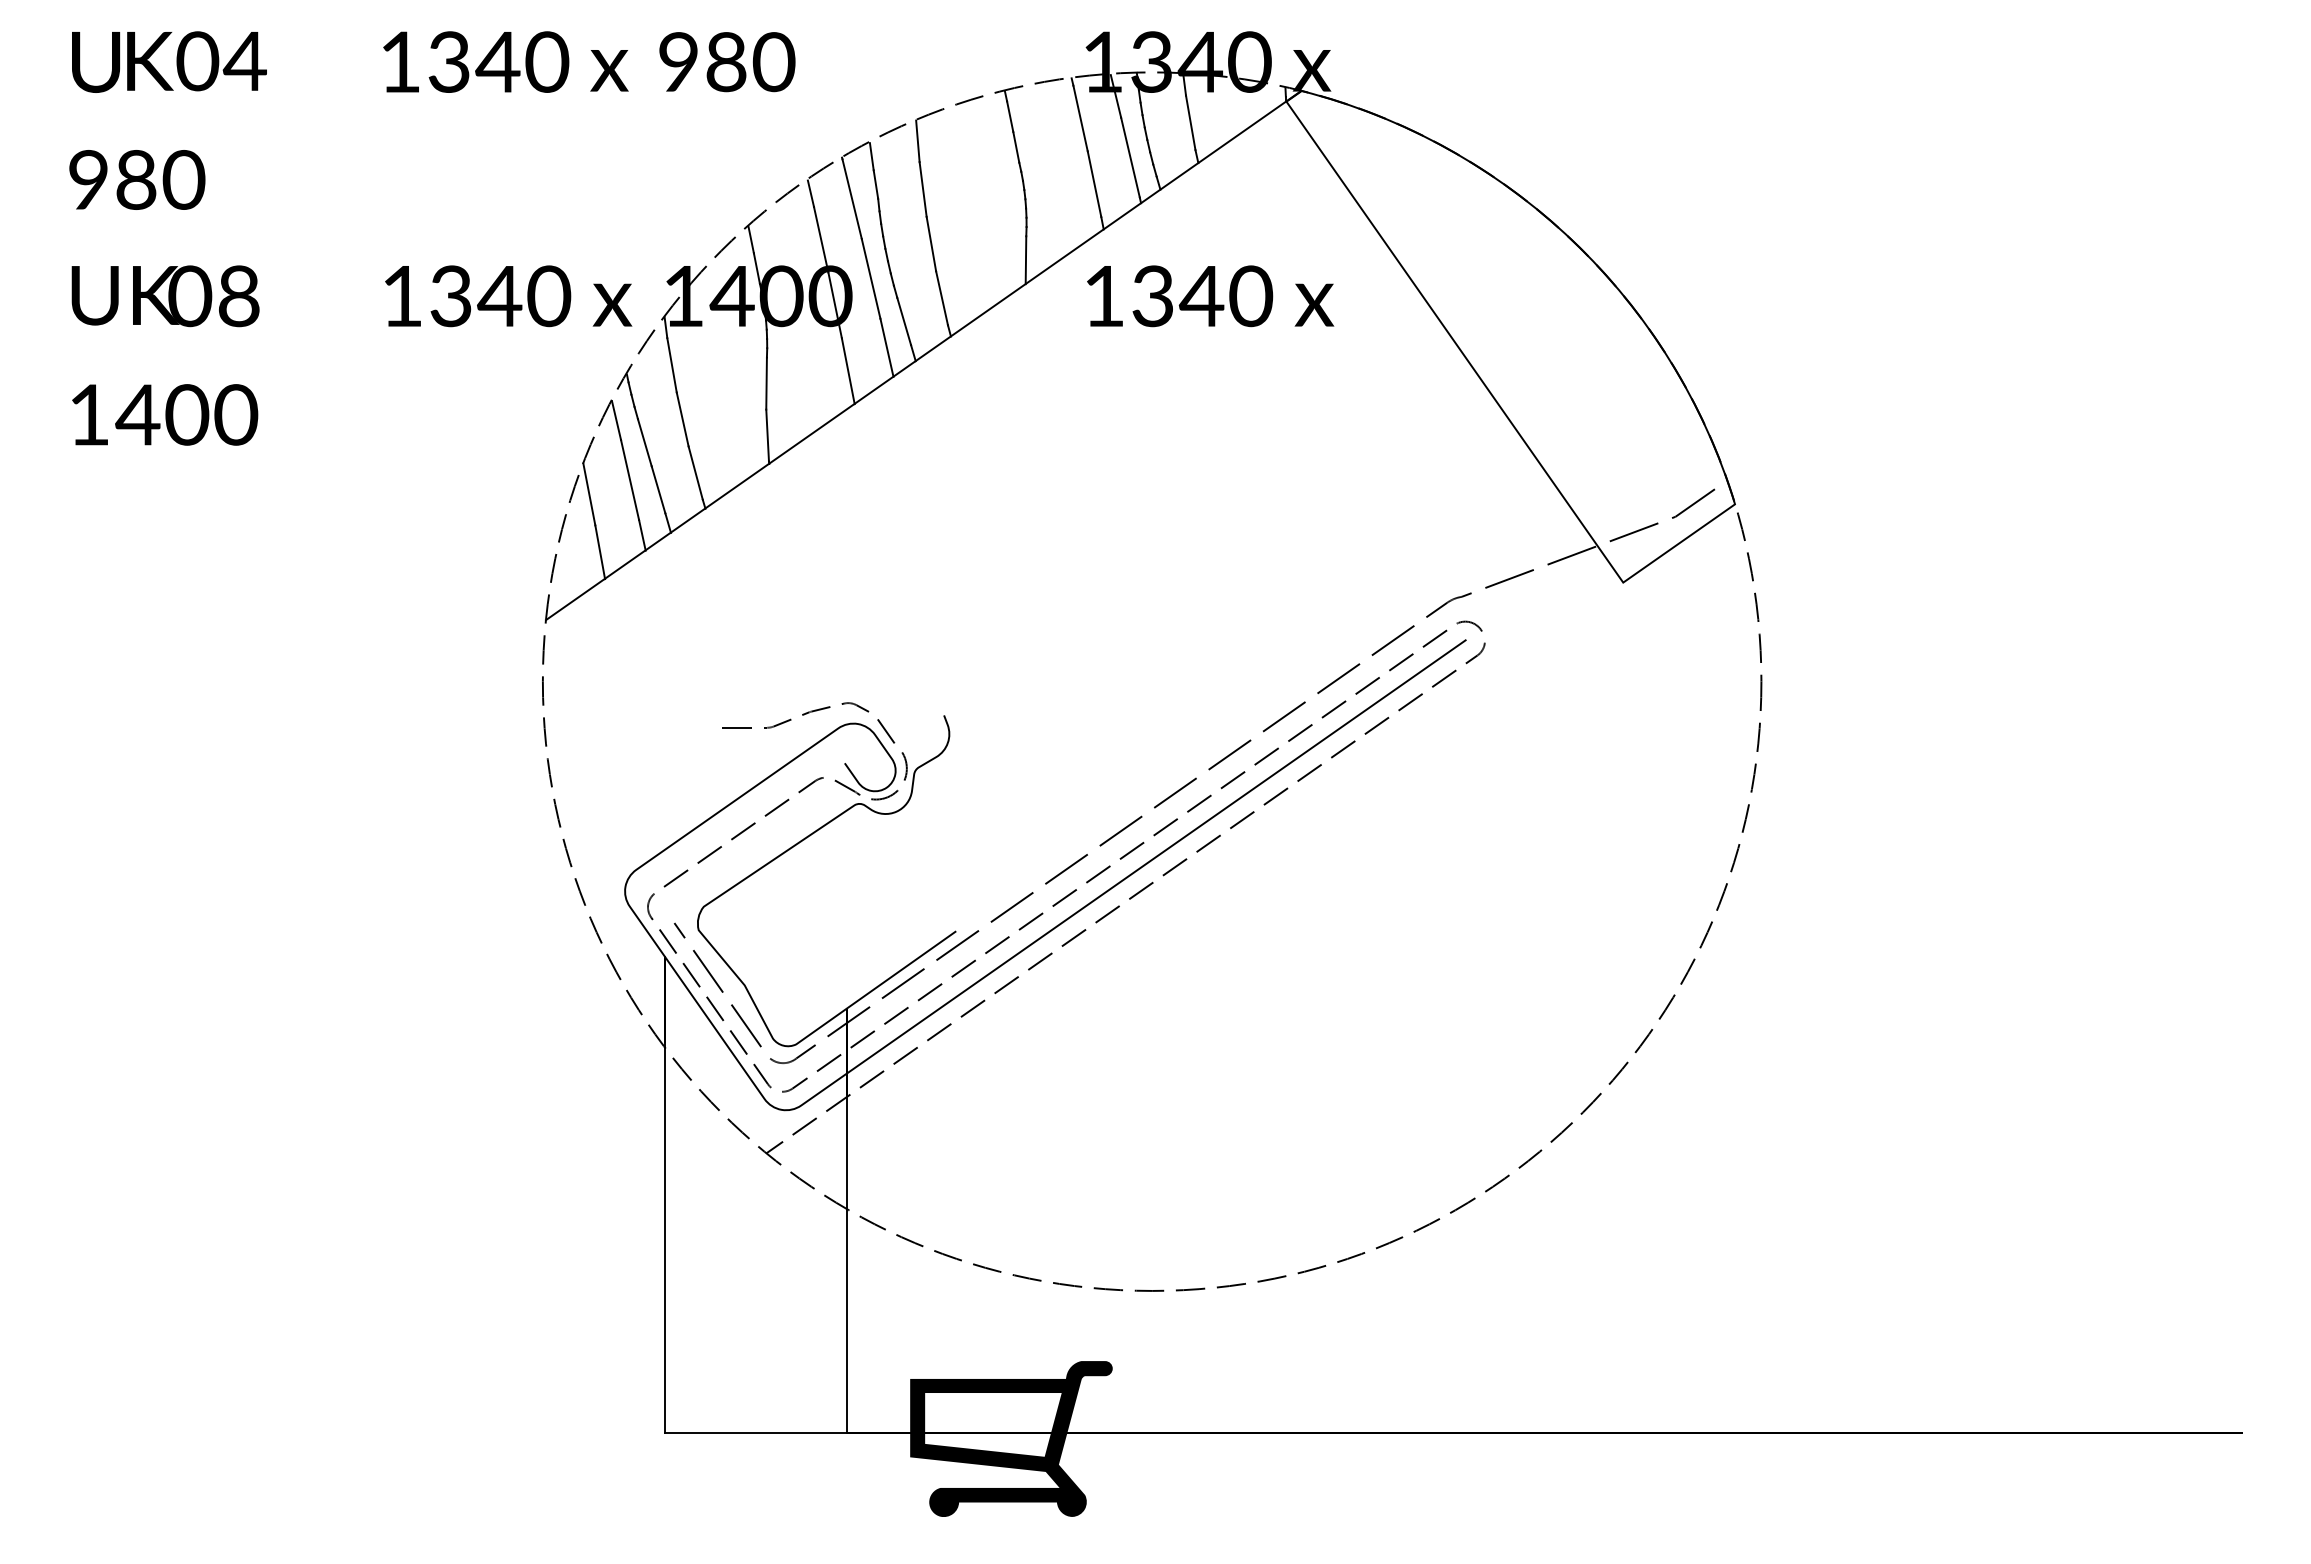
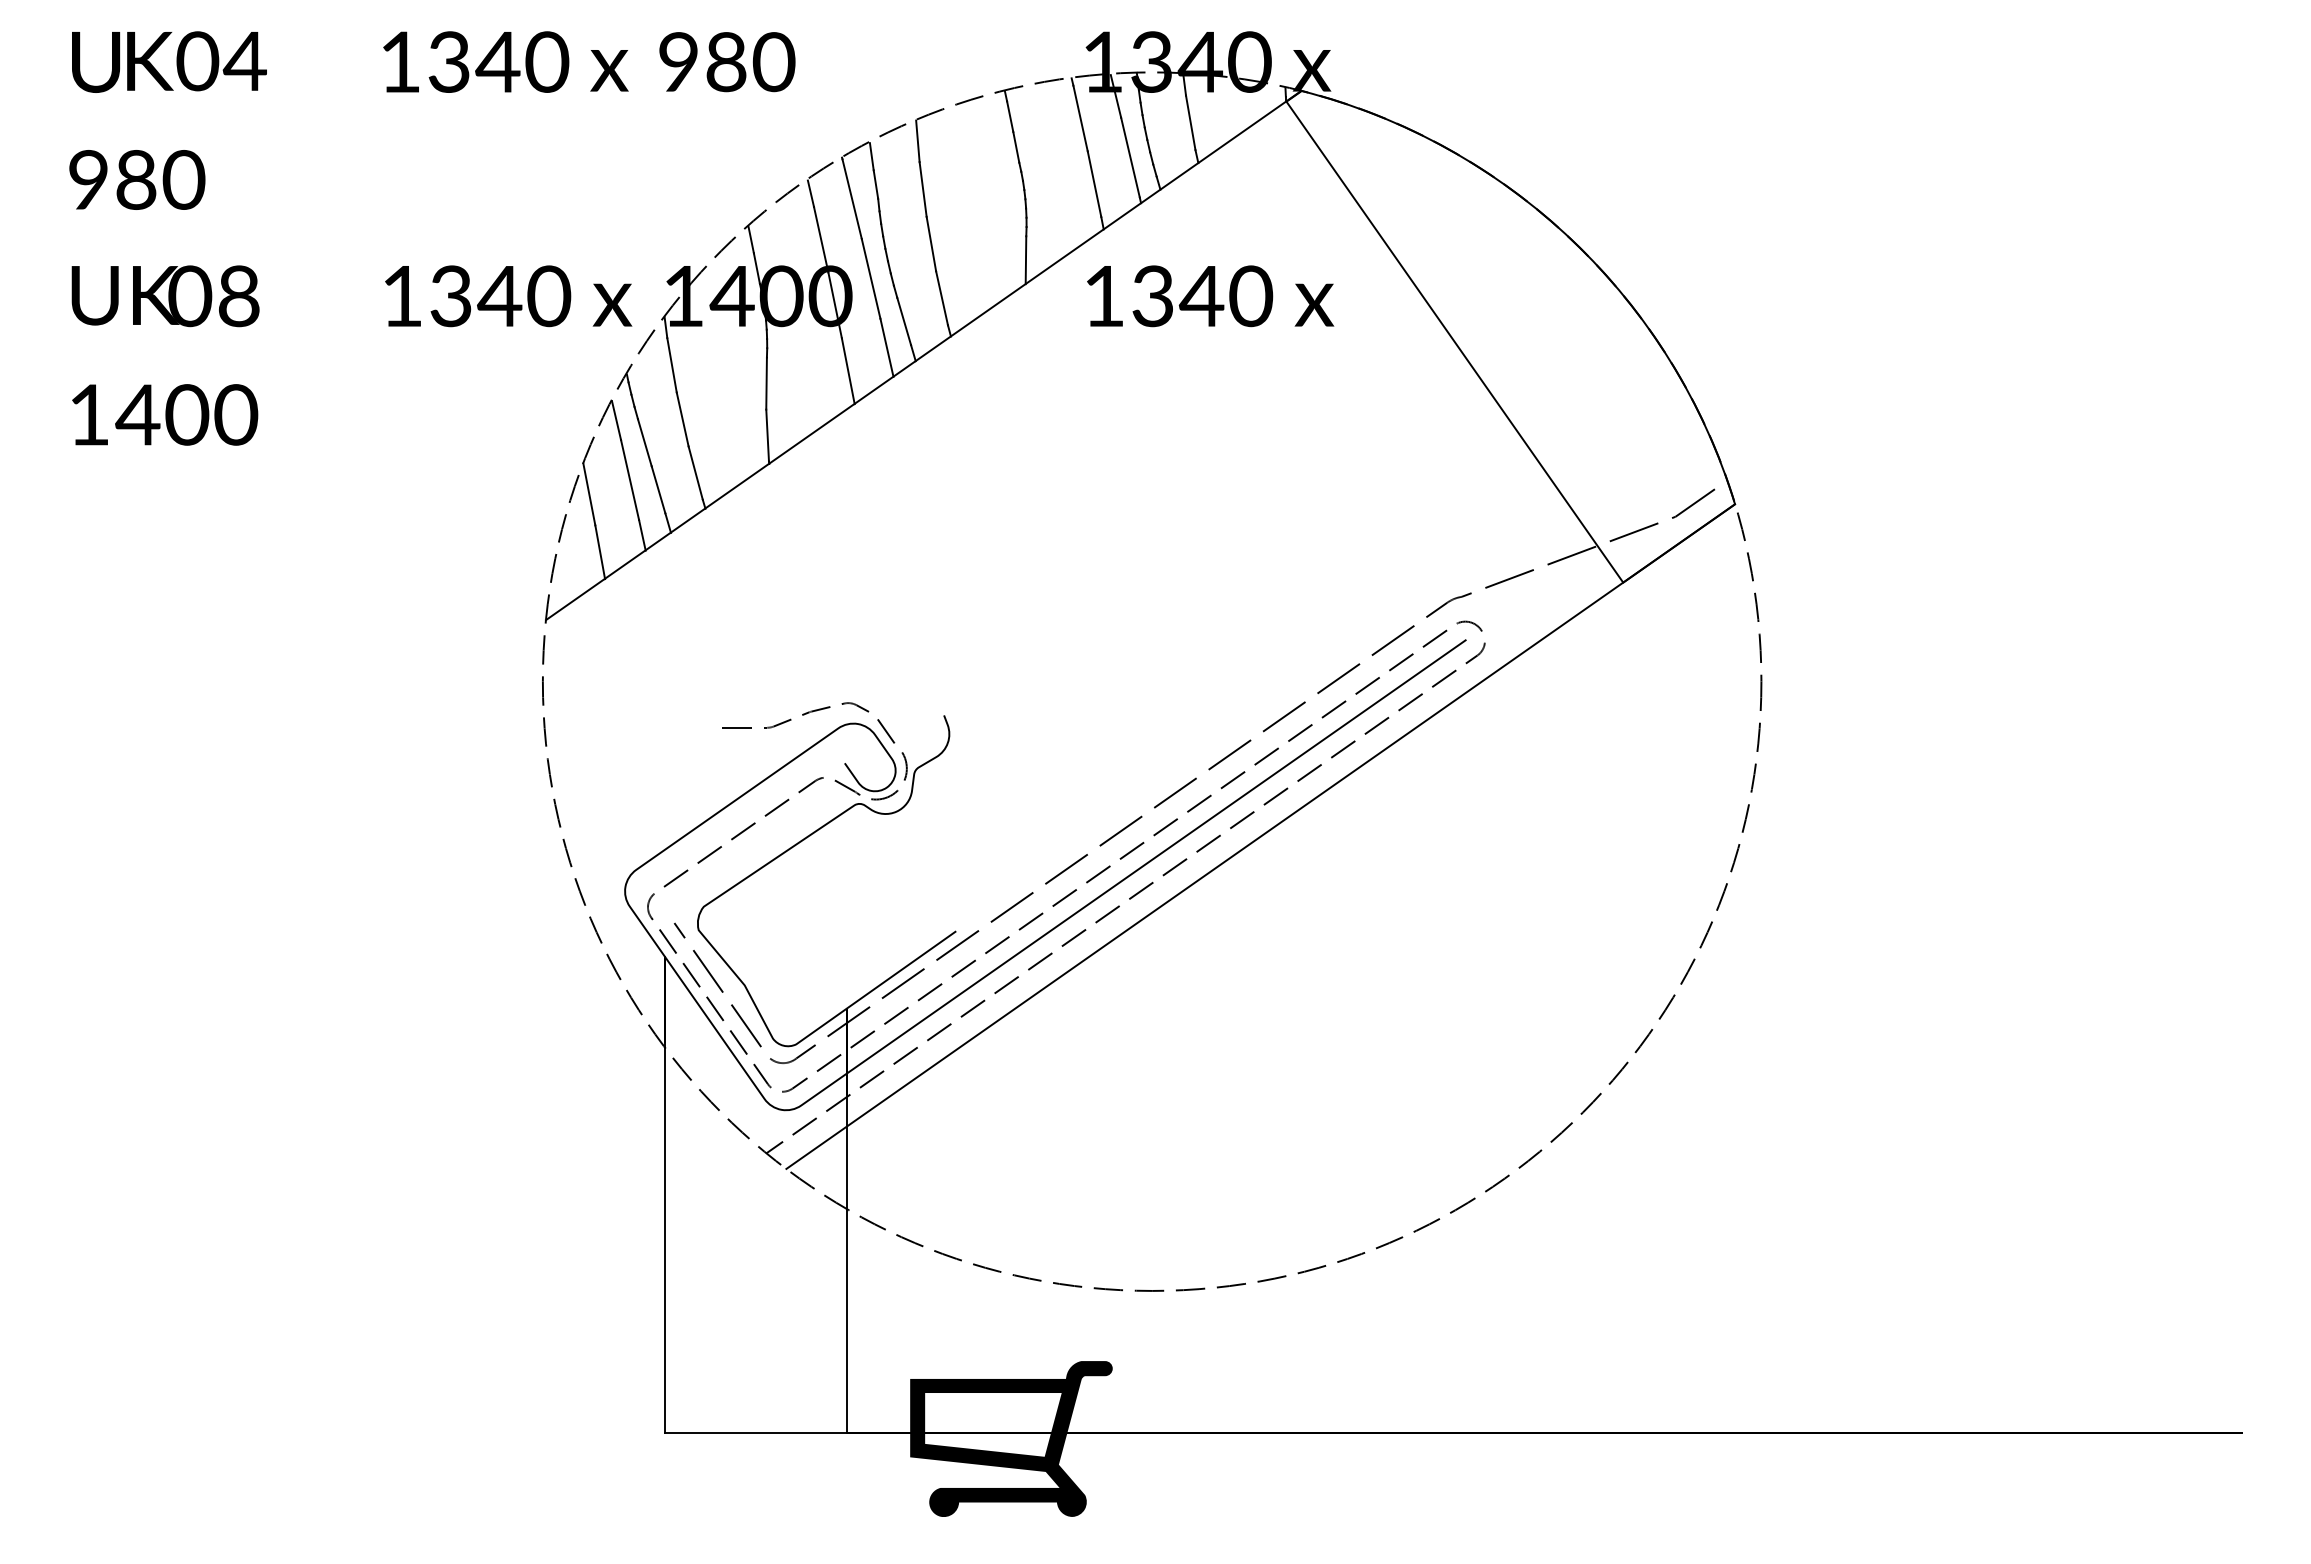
line at (1260, 836): none -> present
